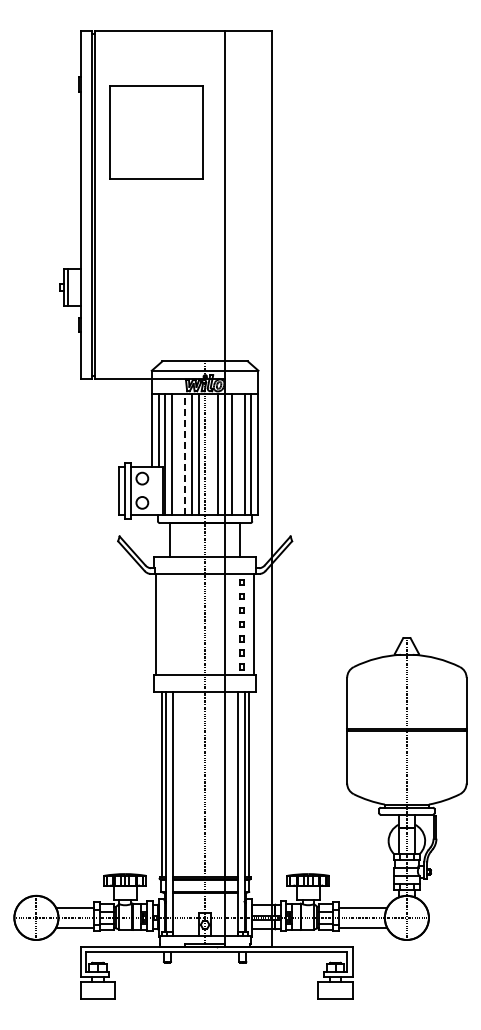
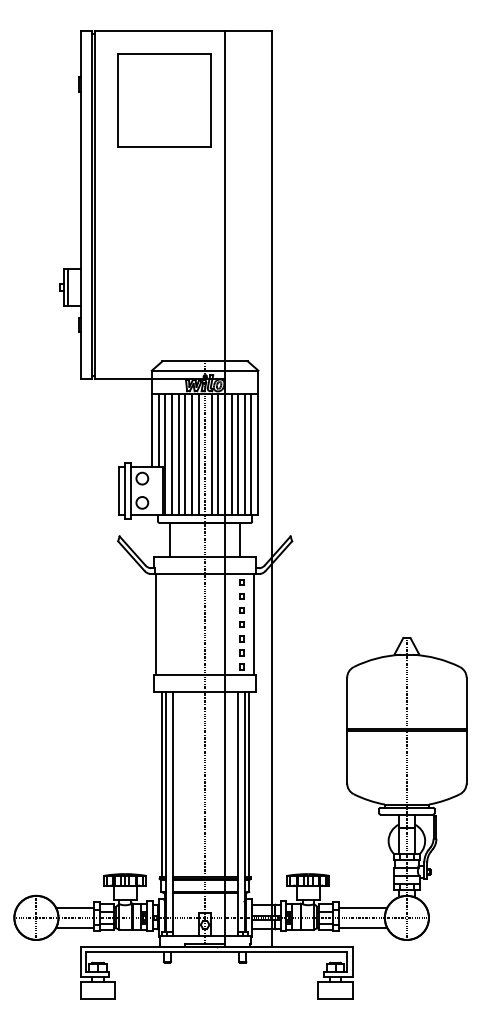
part at (156, 132) position: (156, 132) -> (164, 100)
line at (178, 454): none -> present
line at (185, 454): dashed -> solid
line at (211, 454): none -> present
line at (238, 454): none -> present
